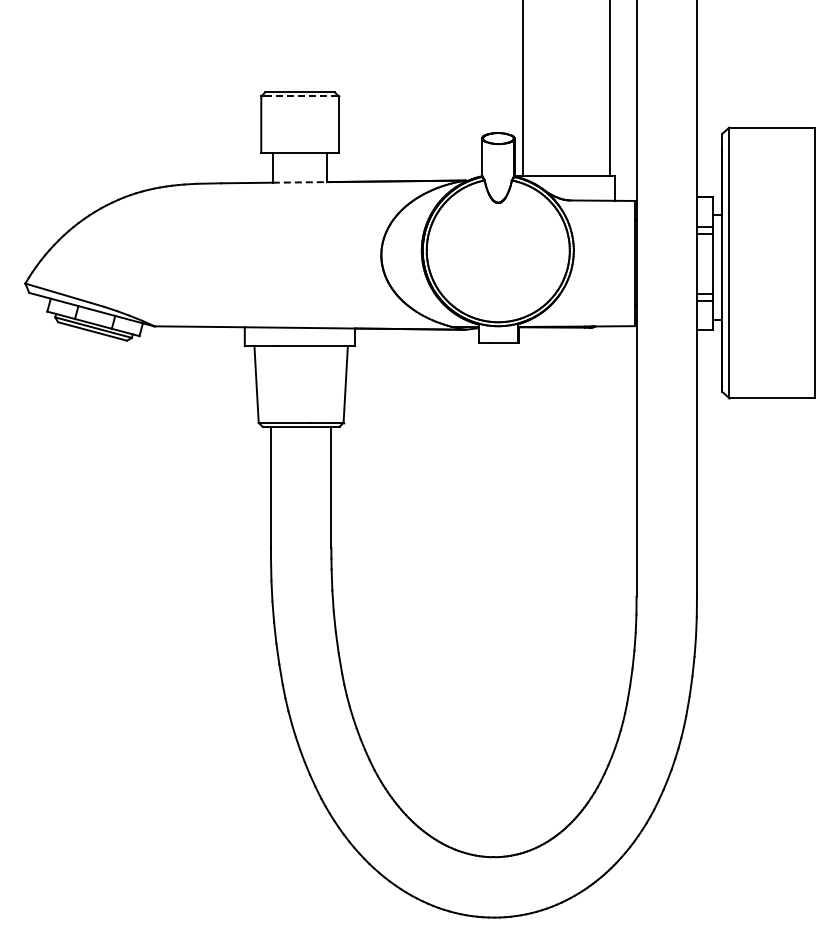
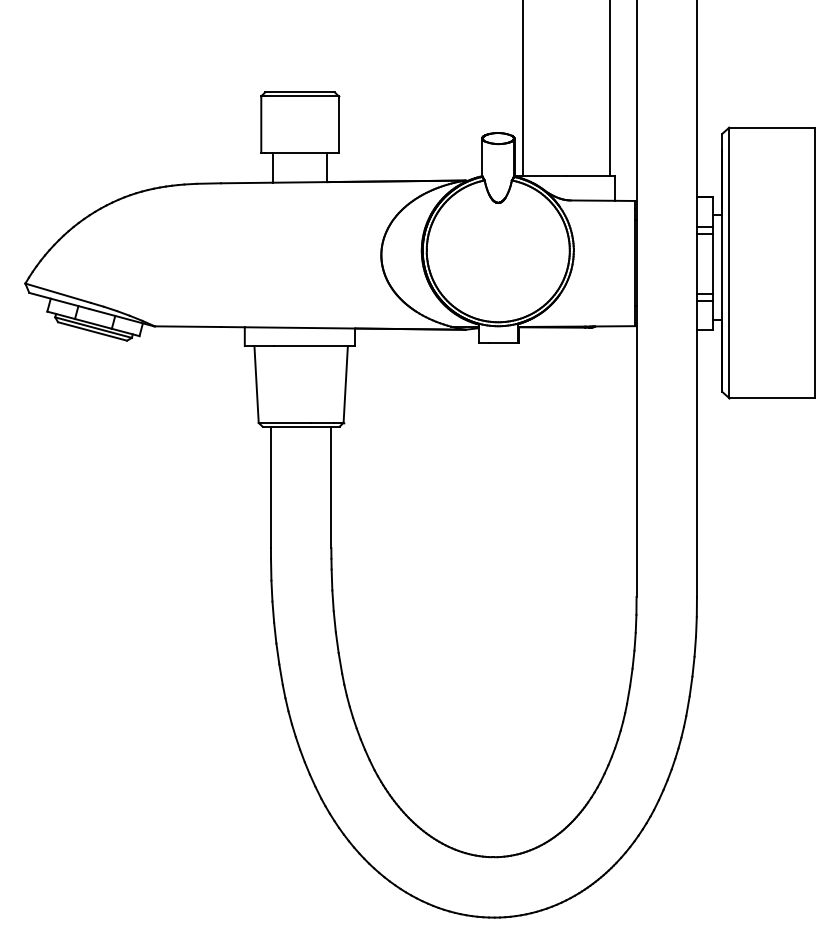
line at (301, 96): dashed -> solid
line at (300, 182): dashed -> solid
